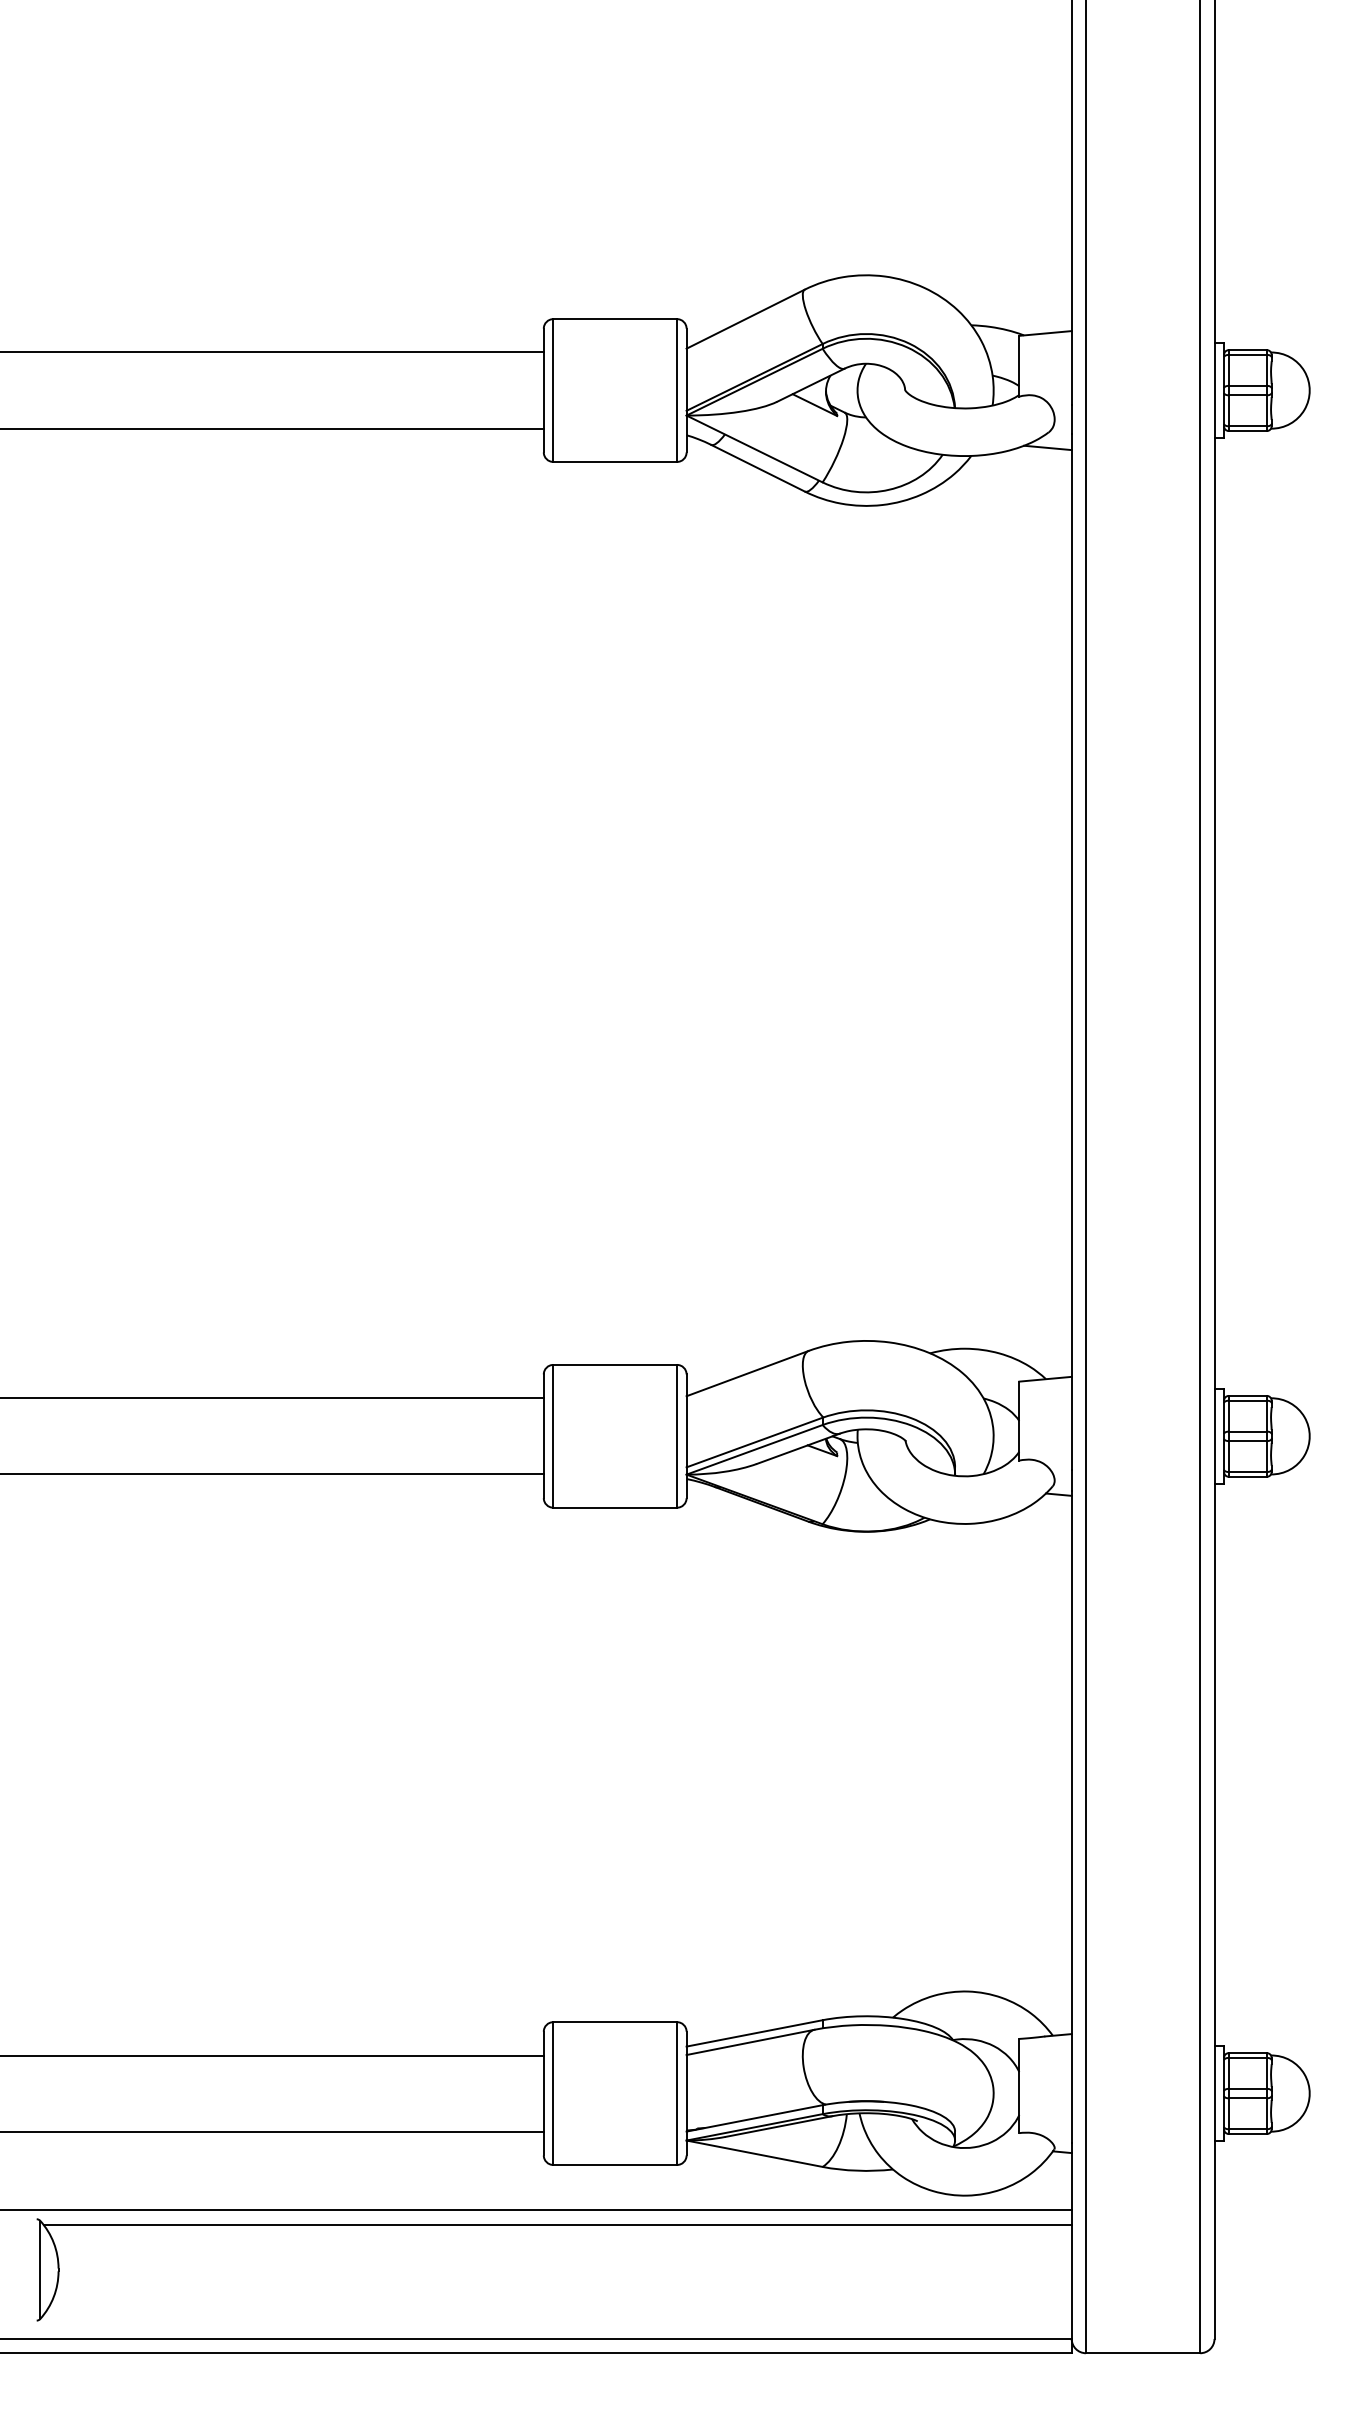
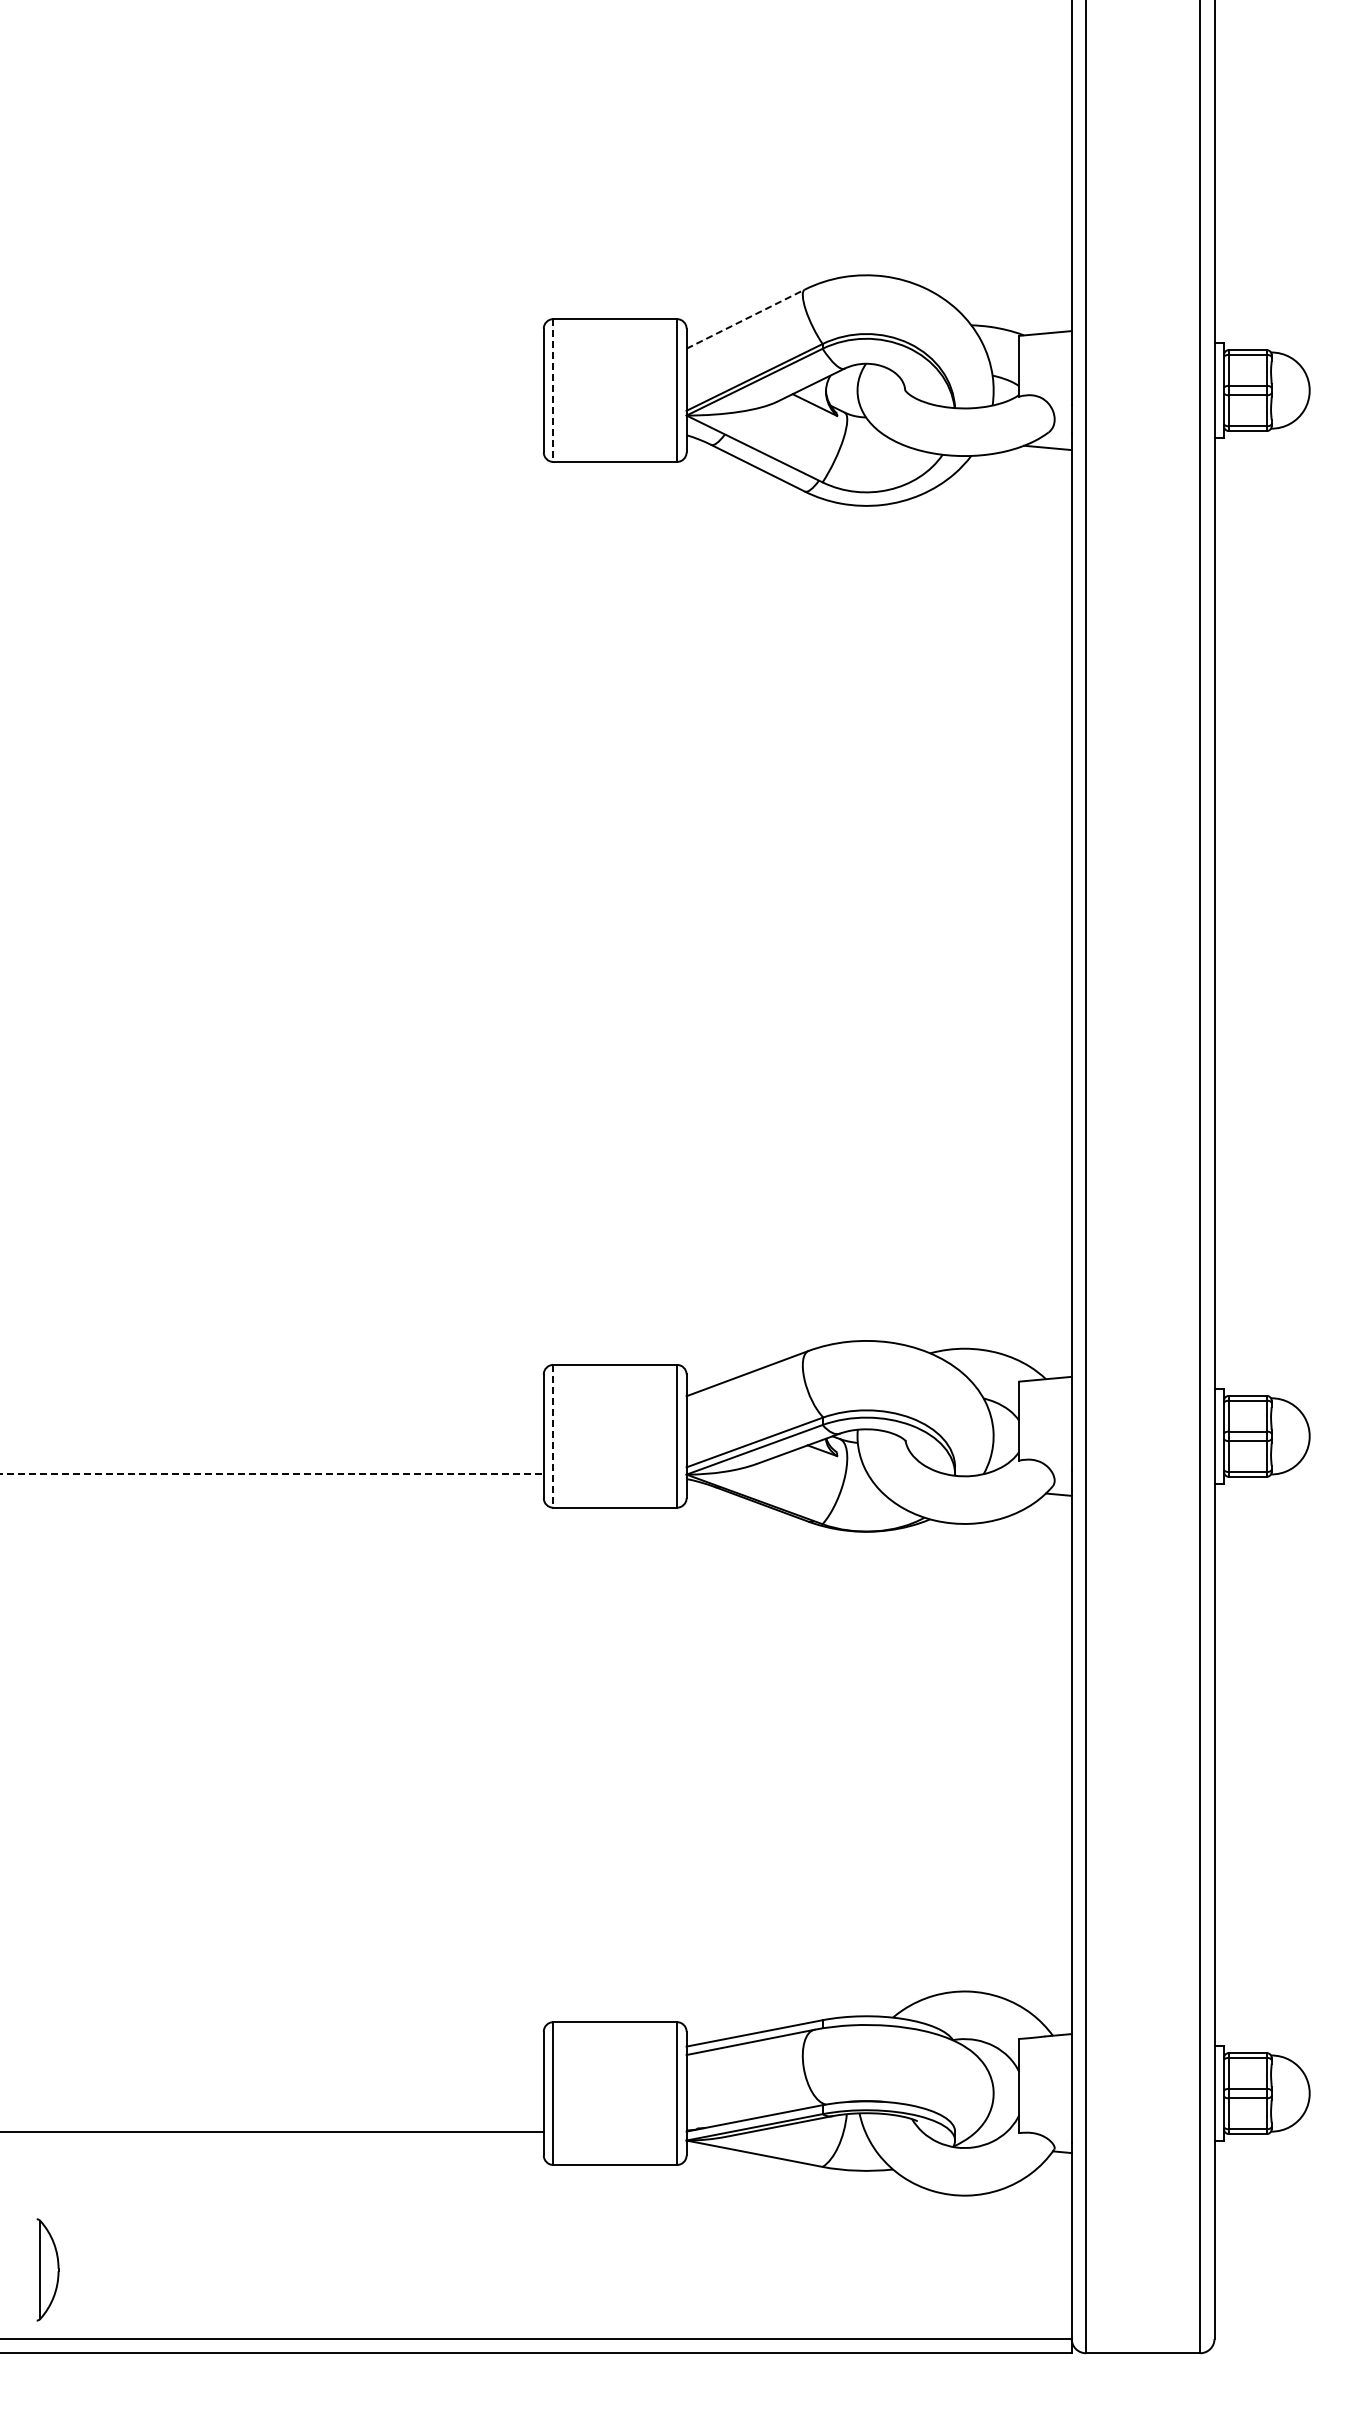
line at (746, 318): solid -> dashed
line at (272, 352): present -> none
line at (553, 391): solid -> dashed
line at (272, 428): present -> none
line at (272, 1398): present -> none
line at (553, 1436): solid -> dashed
line at (272, 1474): solid -> dashed
line at (272, 2055): present -> none
line at (536, 2210): present -> none
line at (557, 2224): present -> none
